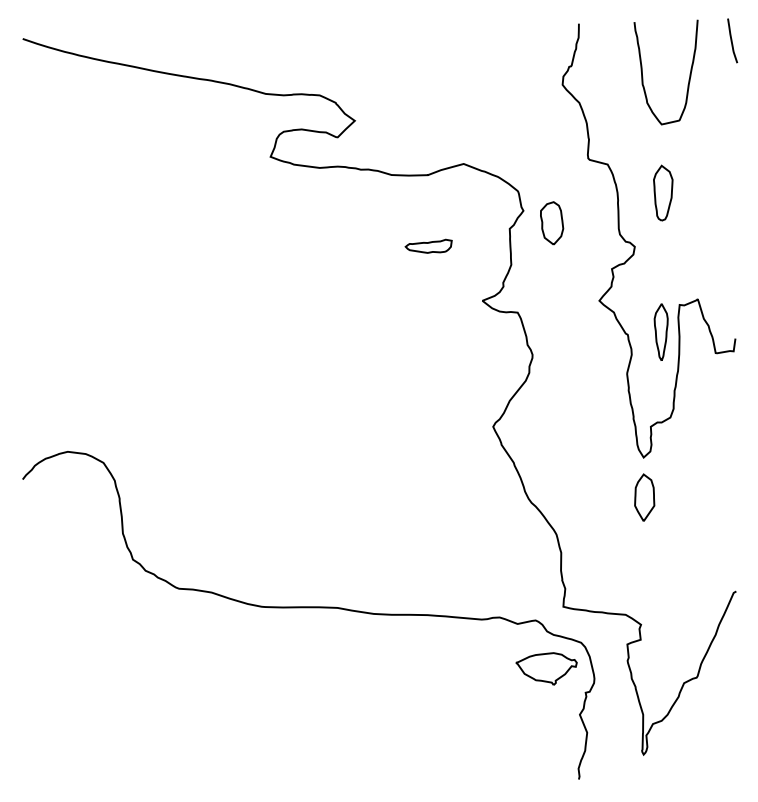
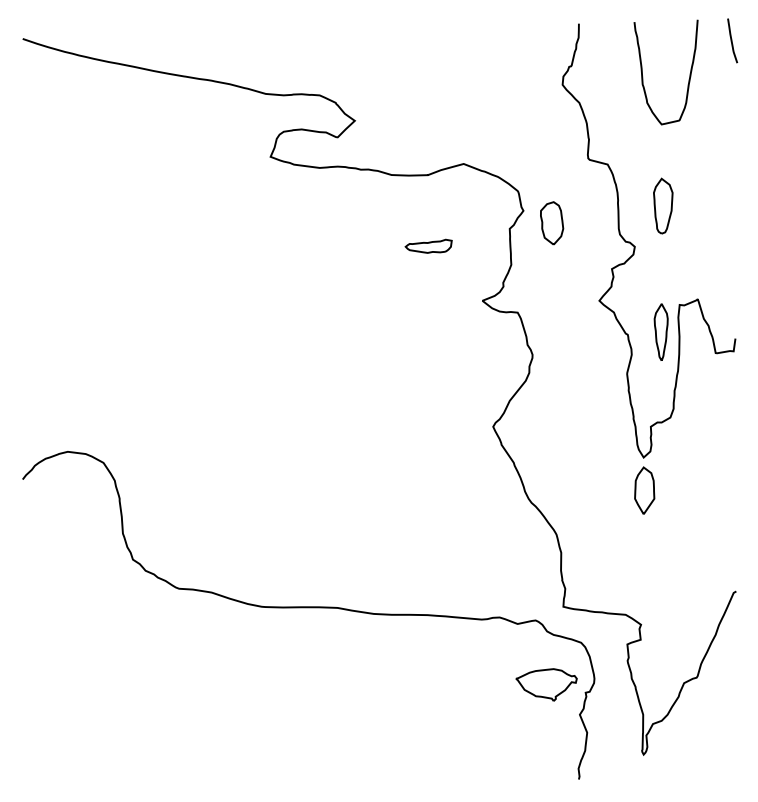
part at (663, 192) position: (663, 192) -> (663, 205)
part at (644, 497) position: (644, 497) -> (644, 490)
part at (546, 668) position: (546, 668) -> (546, 684)
